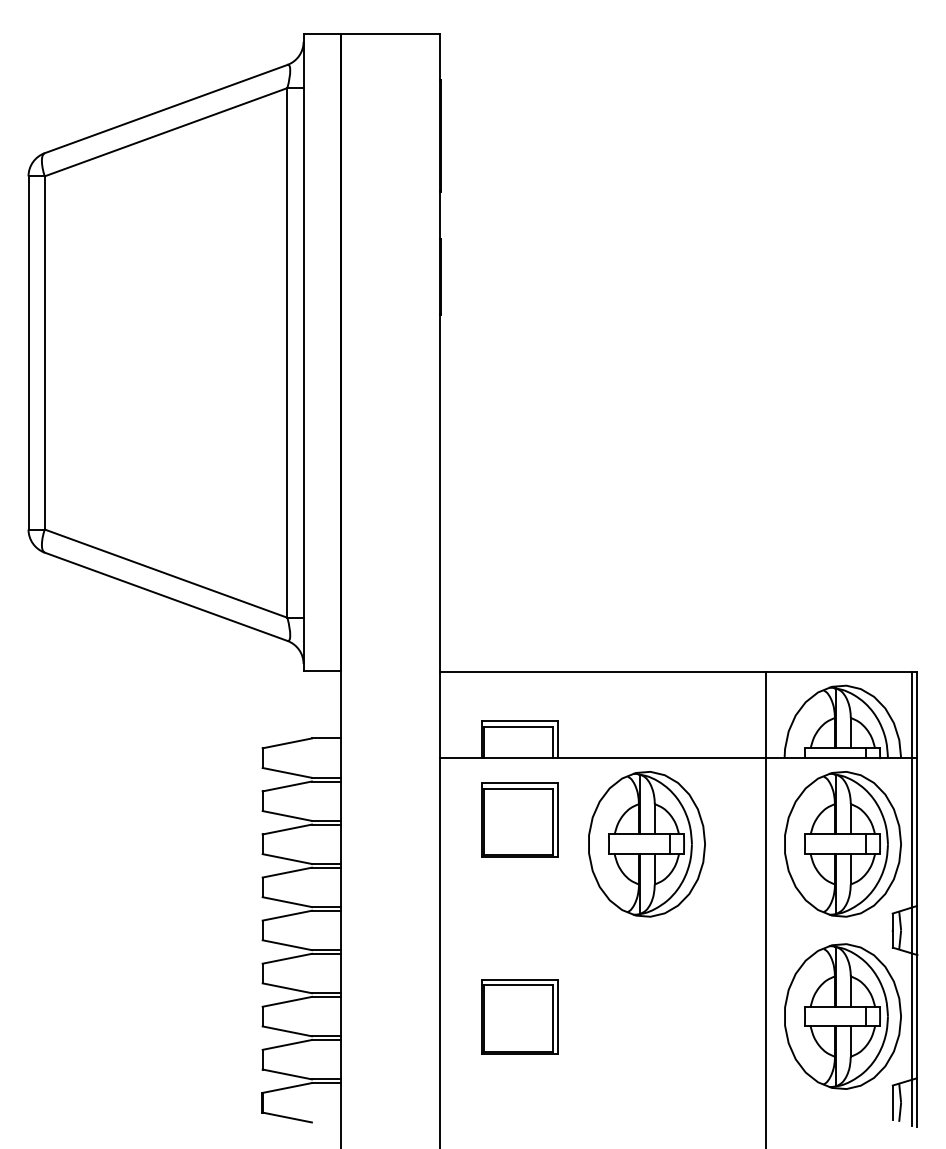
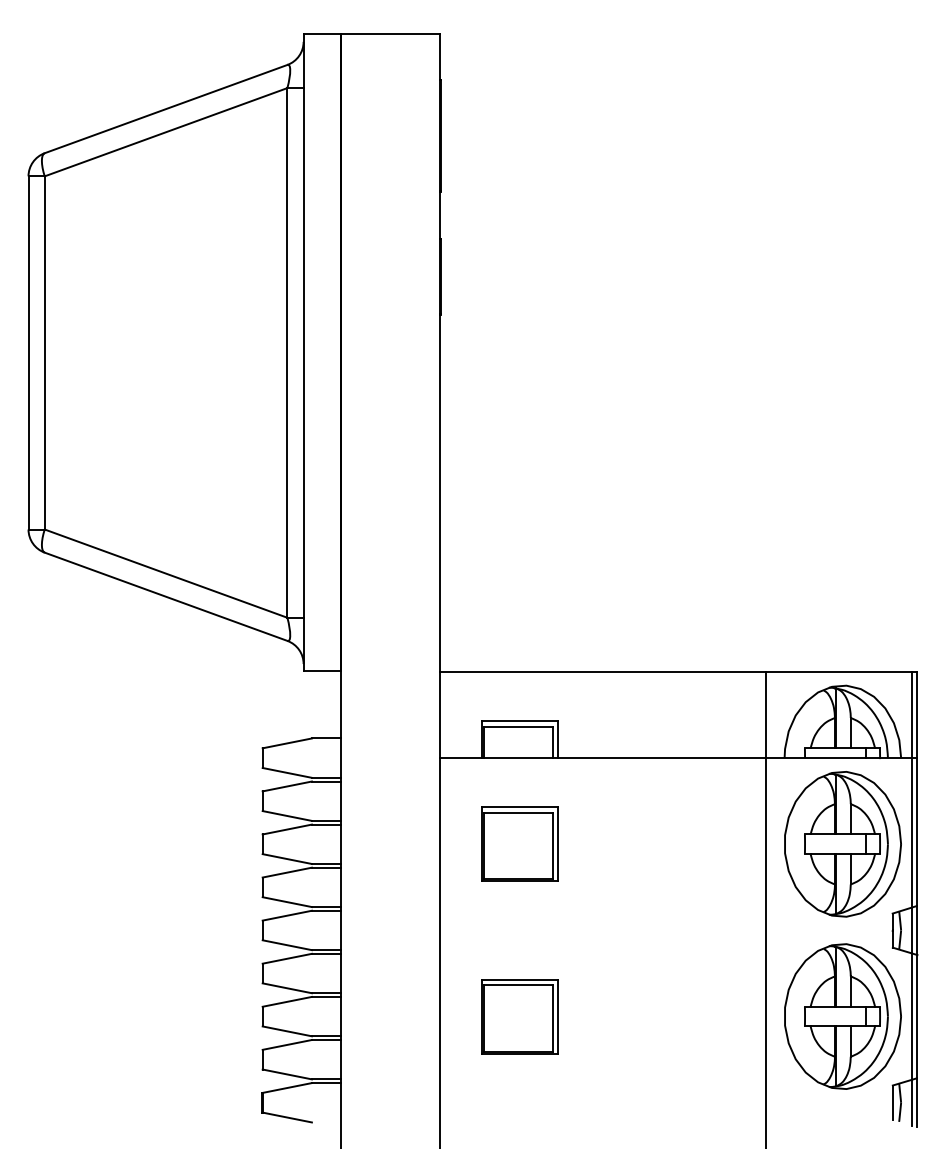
part at (519, 819) position: (519, 819) -> (519, 843)
part at (646, 844): present -> none
